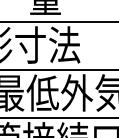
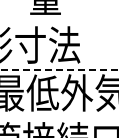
line at (58, 21): present -> none
line at (59, 69): solid -> dashed
line at (58, 117): present -> none
